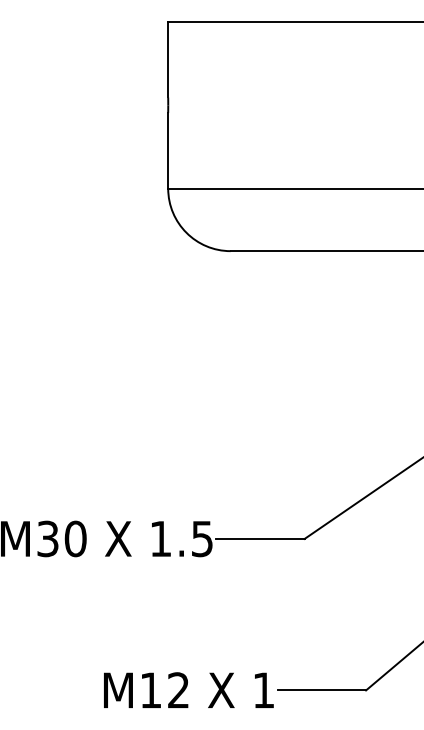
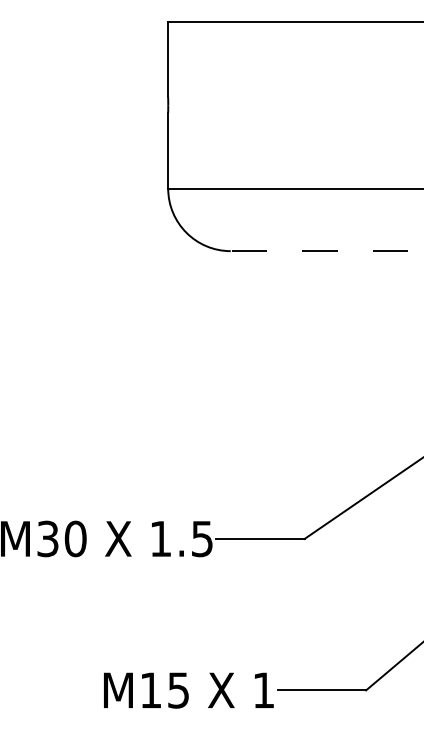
line at (326, 251): solid -> dashed
text at (178, 690): M12 -> M15
